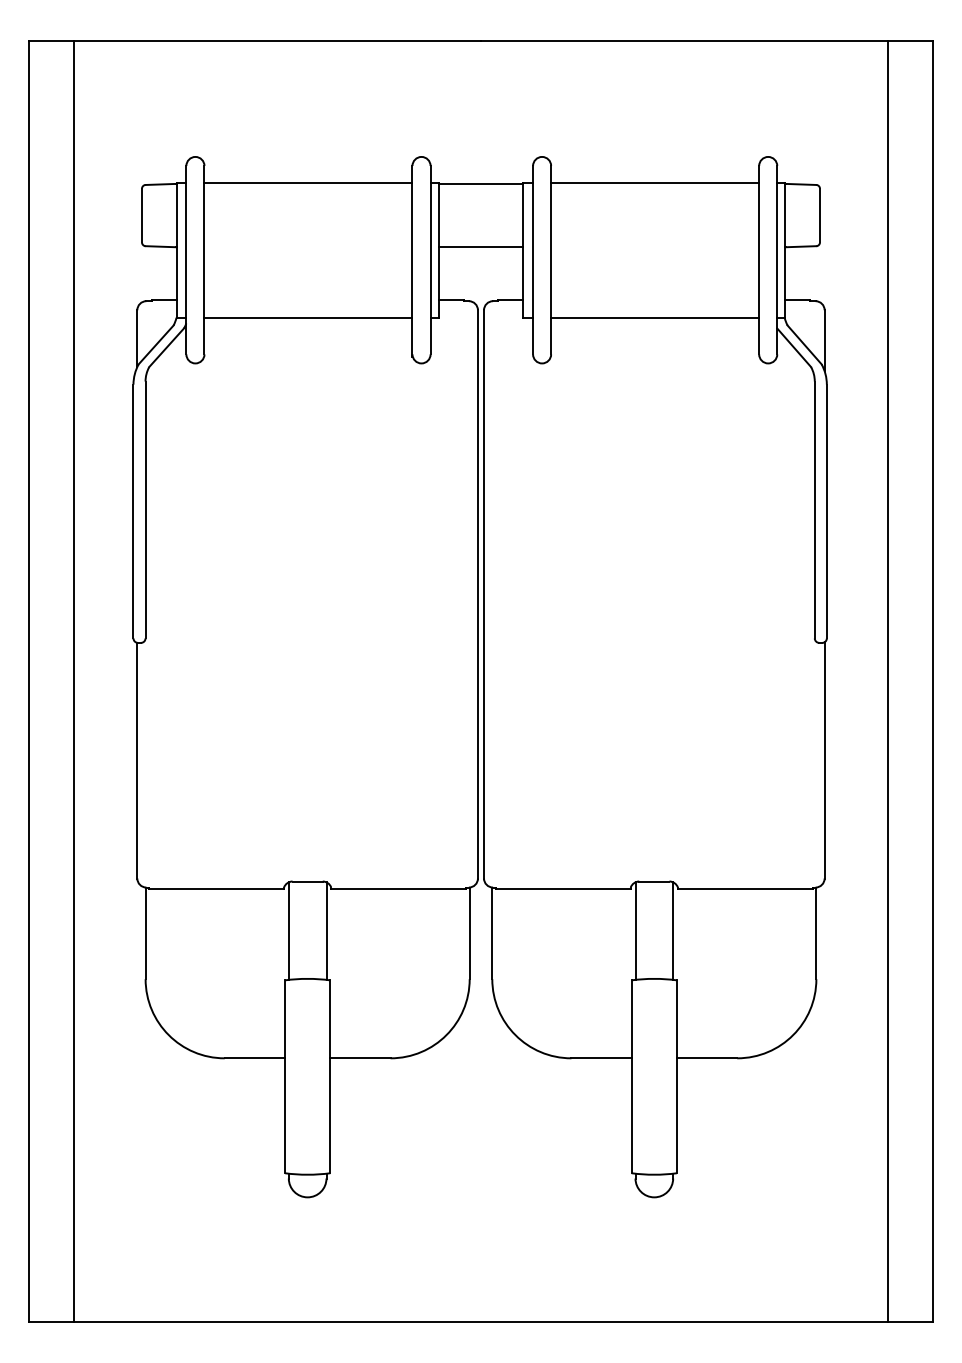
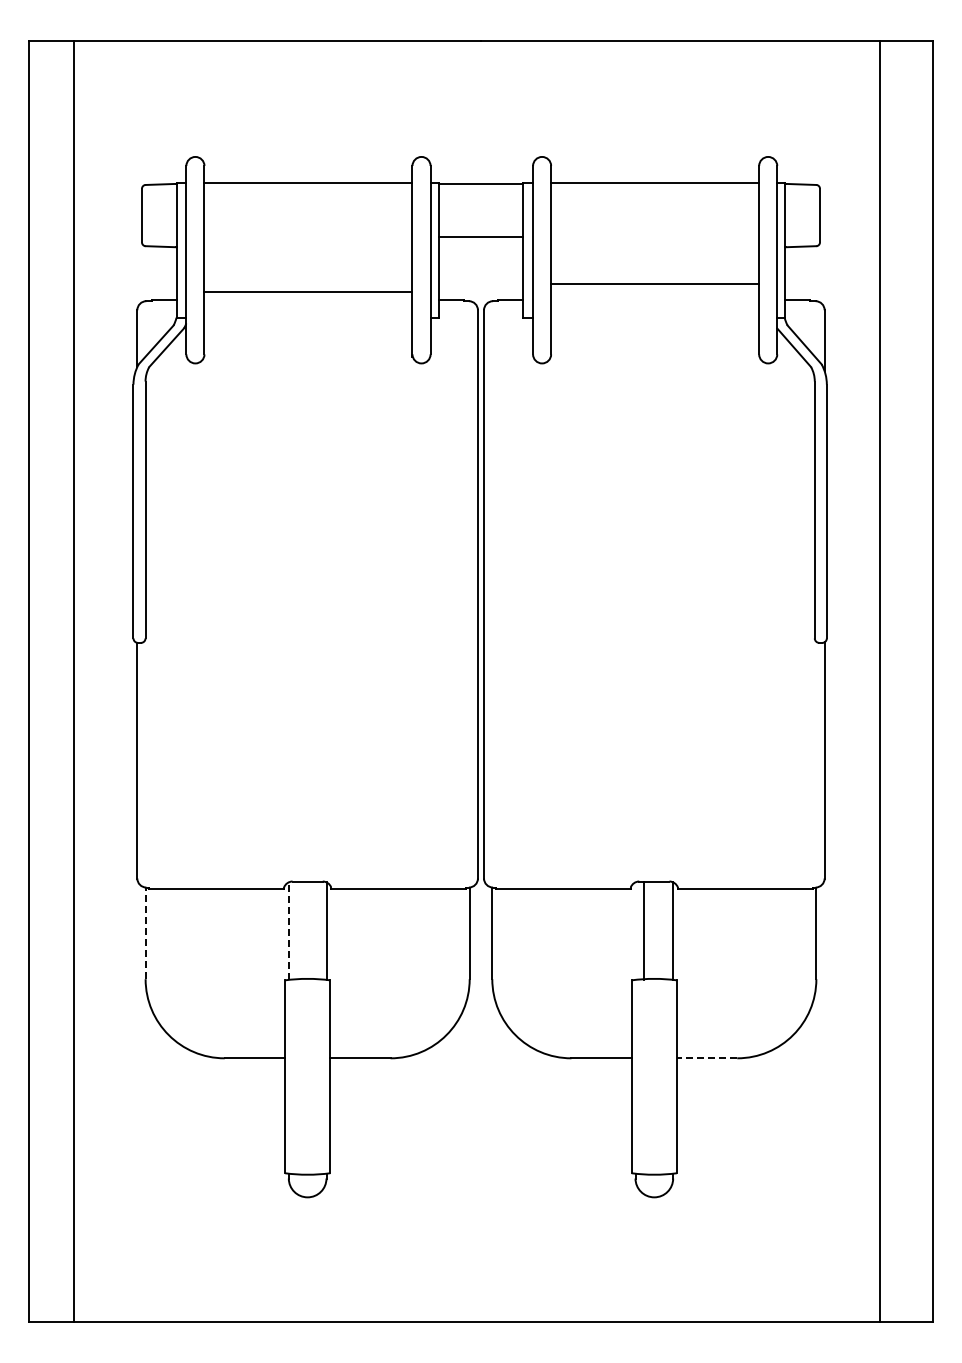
line at (480, 247) position: (480, 247) -> (480, 237)
line at (308, 317) position: (308, 317) -> (308, 291)
line at (655, 317) position: (655, 317) -> (655, 283)
line at (887, 681) position: (887, 681) -> (879, 681)
line at (635, 930) position: (635, 930) -> (643, 930)
line at (288, 931): solid -> dashed
line at (145, 933): solid -> dashed
line at (706, 1058): solid -> dashed
